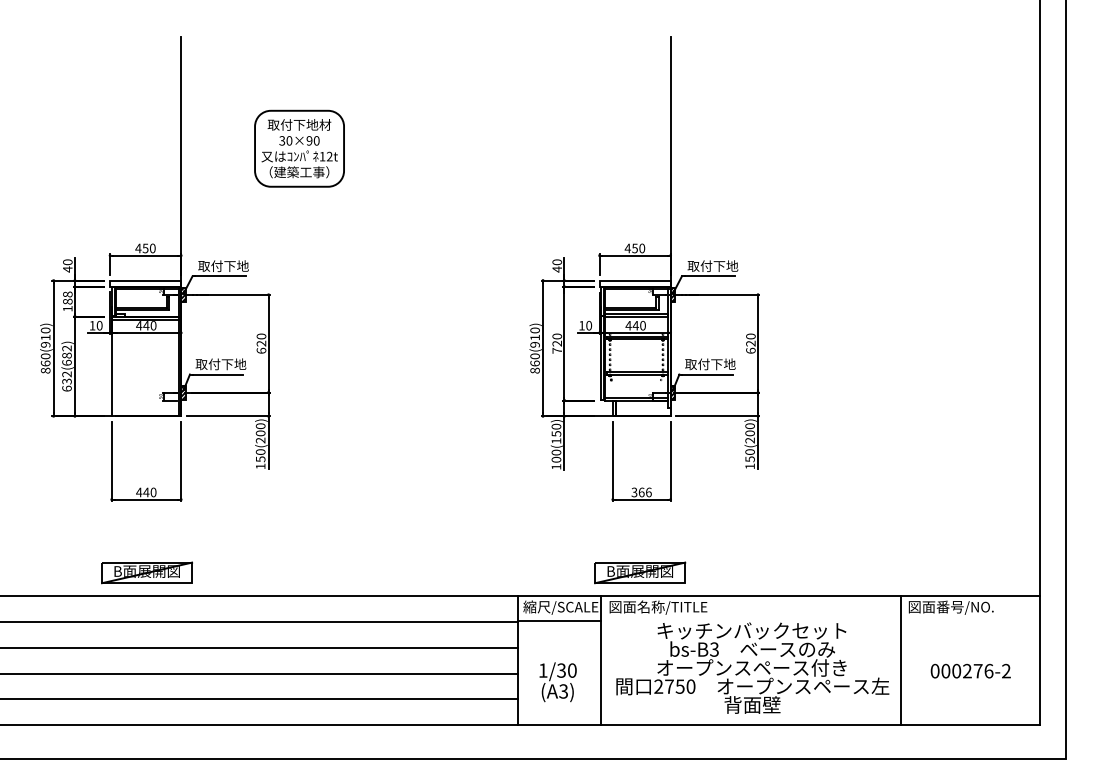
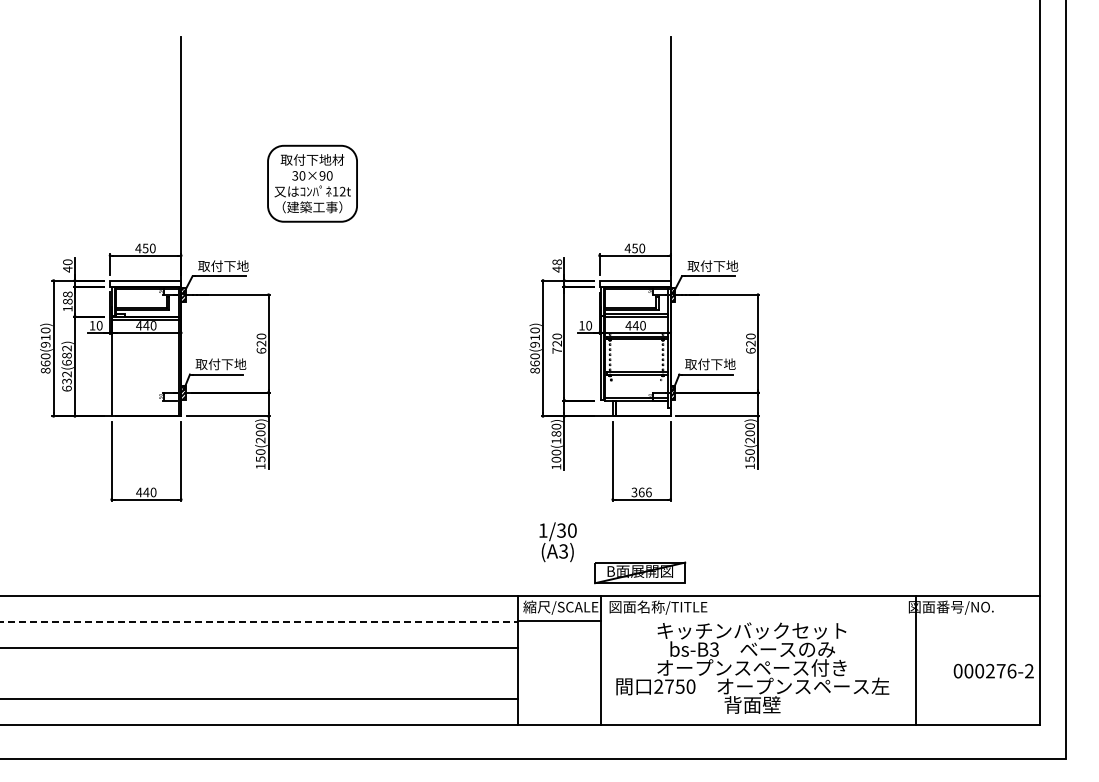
part at (299, 148) position: (299, 148) -> (312, 183)
text at (557, 262): 40 -> 48
text at (555, 433): 100(150) -> 100(180)
part at (146, 572): present -> none
line at (259, 622): solid -> dashed
line at (901, 660) position: (901, 660) -> (916, 660)
text at (970, 670) position: (970, 670) -> (993, 670)
line at (260, 673): present -> none
text at (557, 682) position: (557, 682) -> (557, 542)
